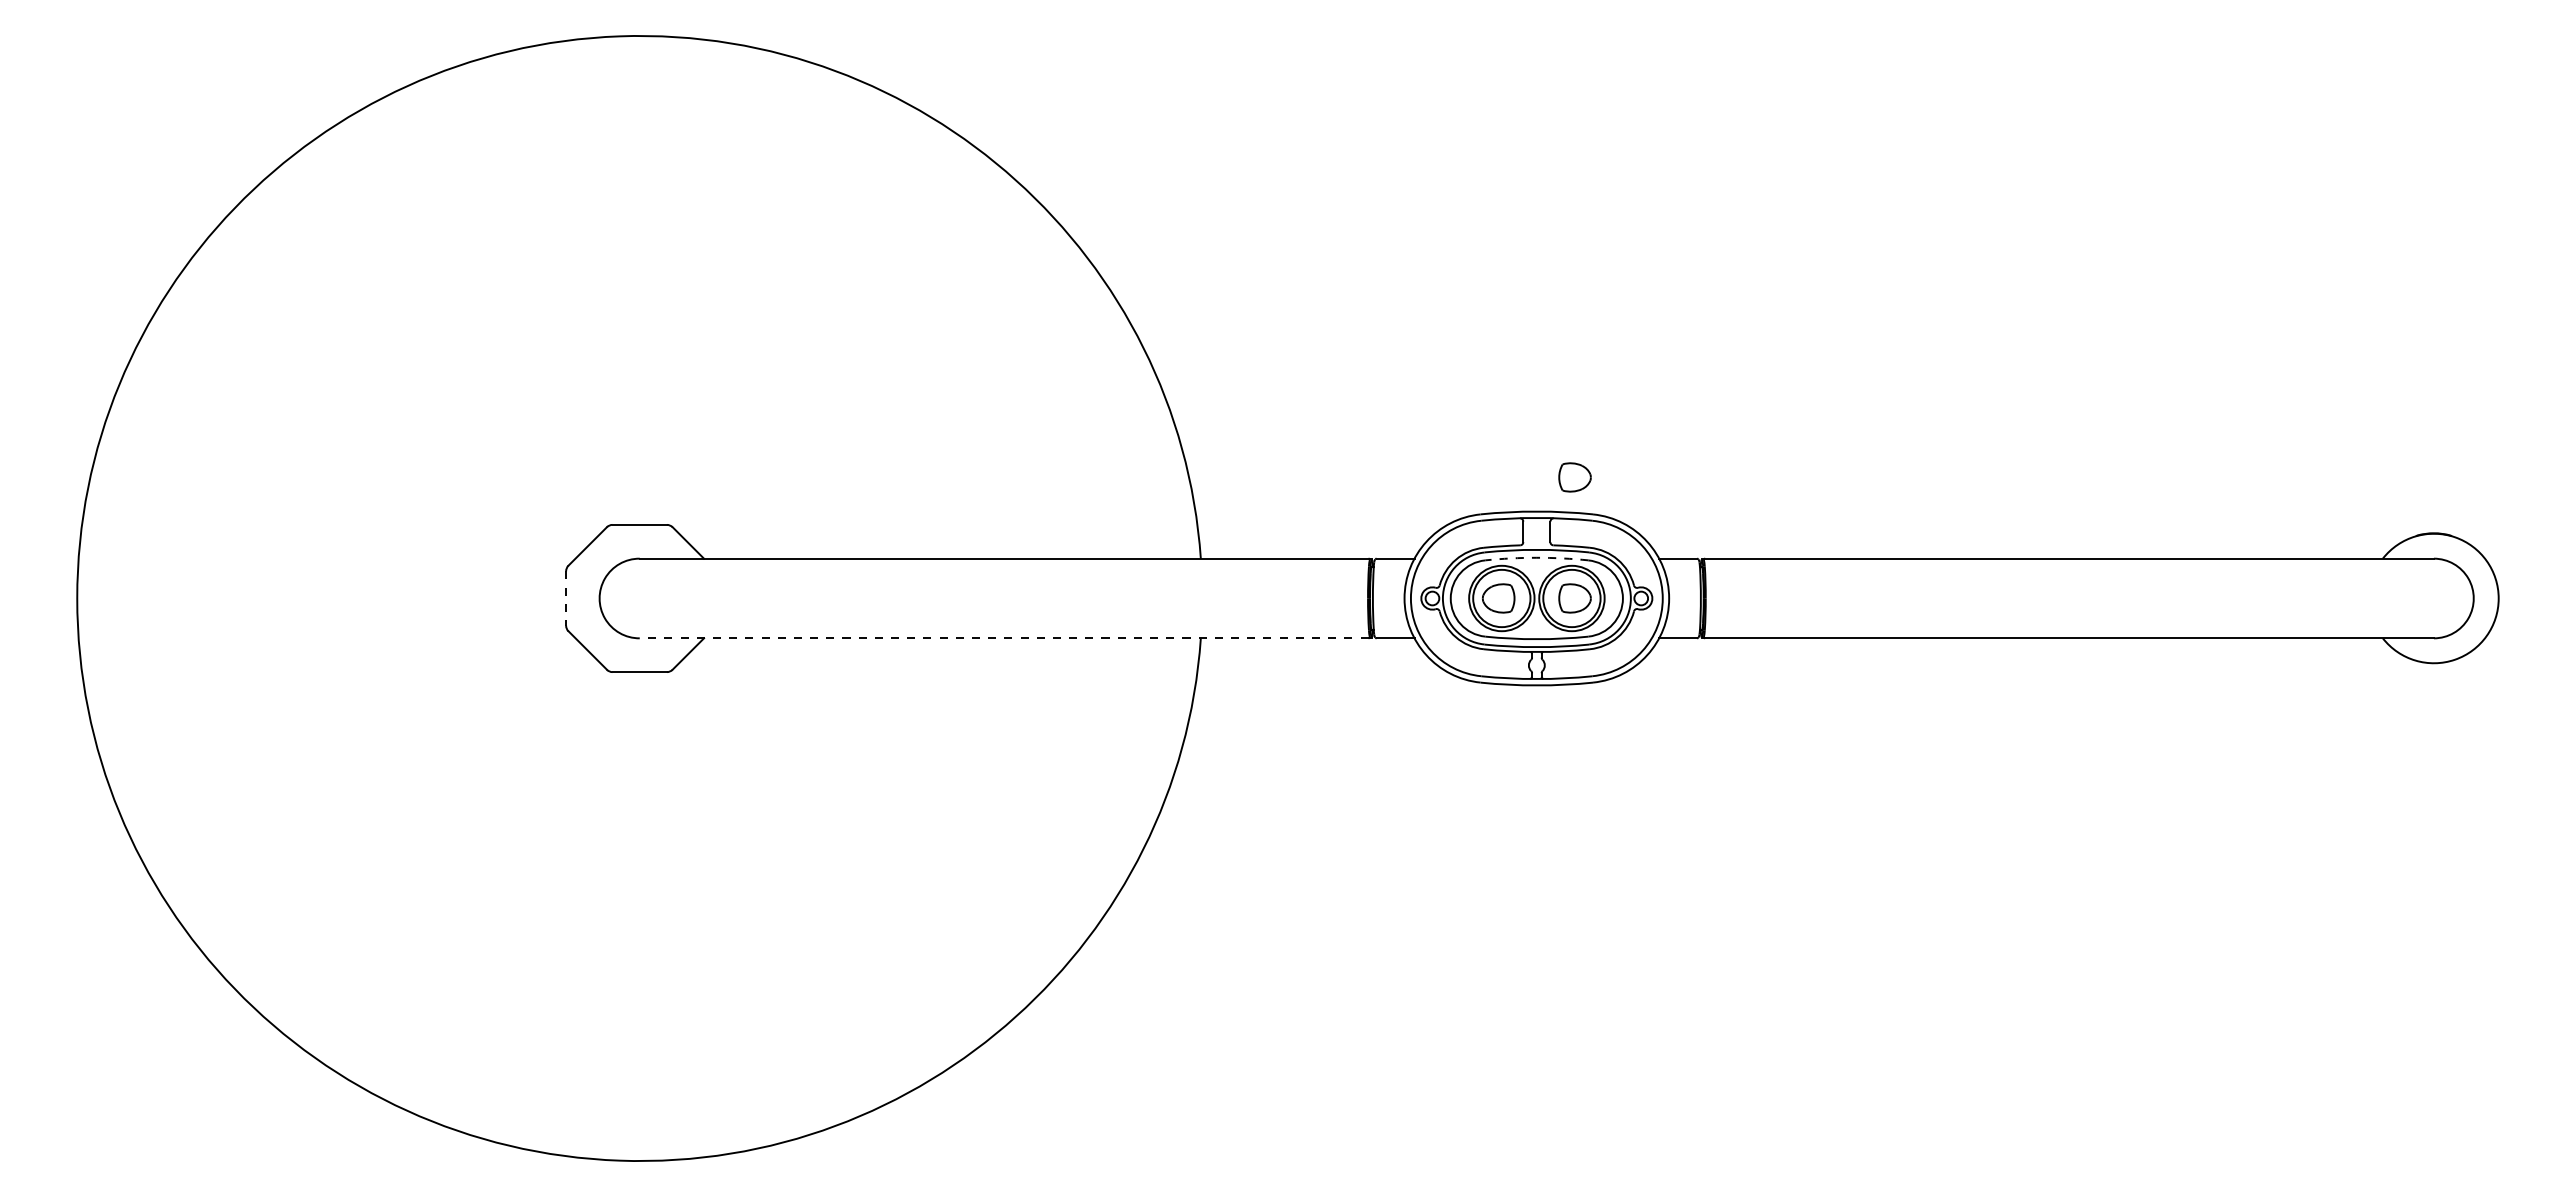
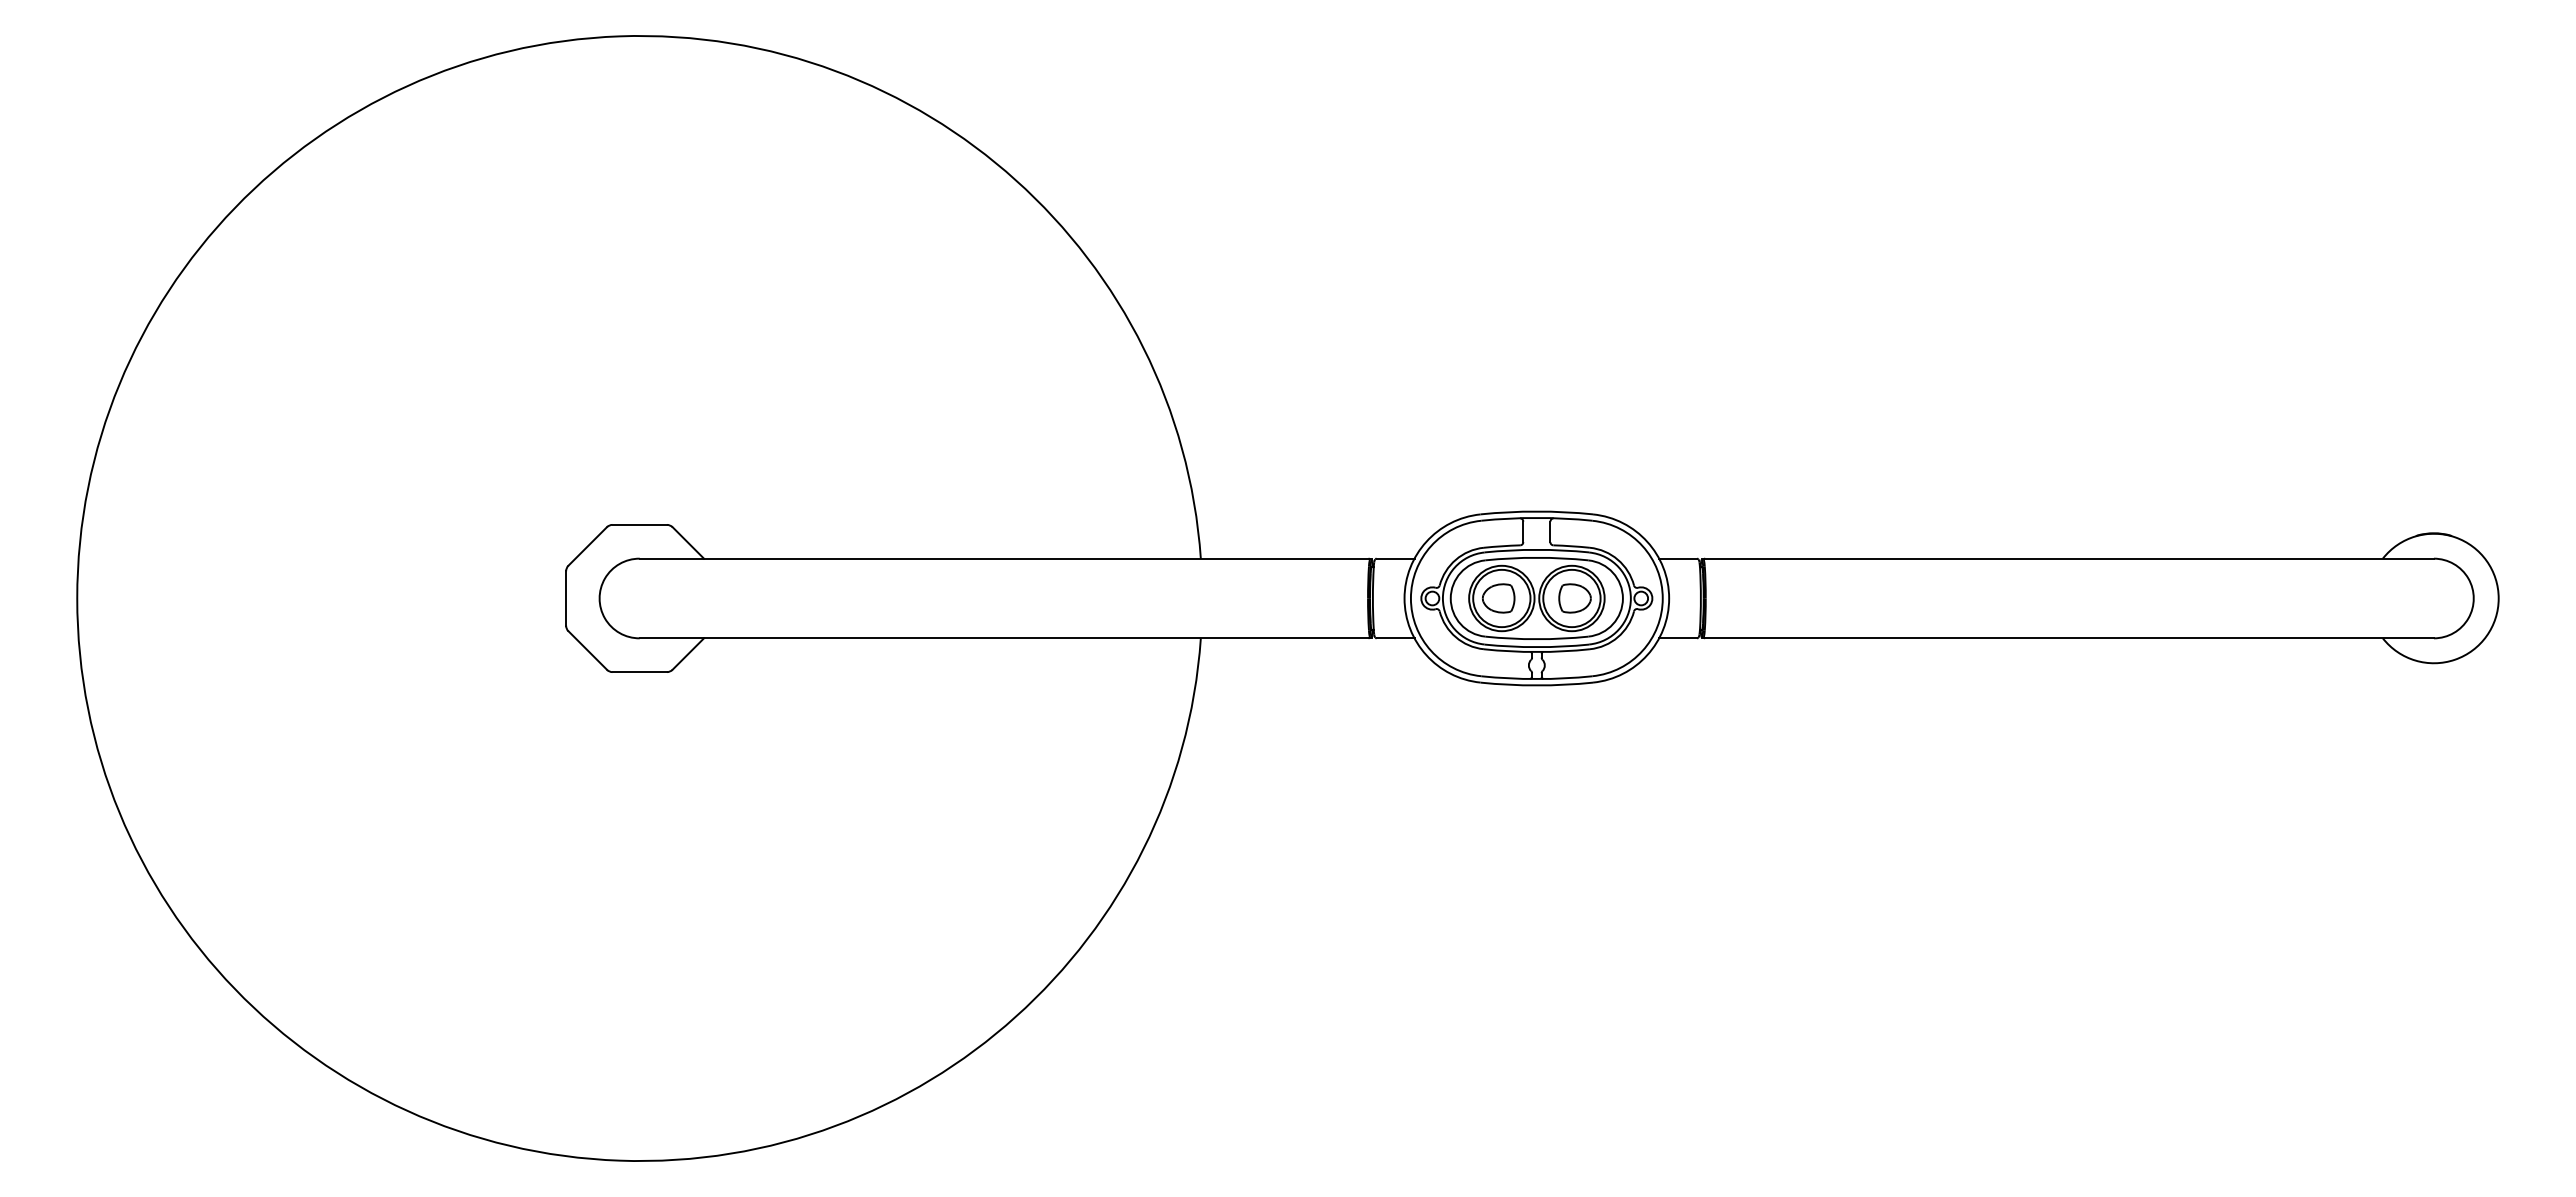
part at (1574, 477): present -> none
arc at (1536, 557): dashed -> solid
line at (566, 599): dashed -> solid
line at (1003, 638): dashed -> solid
